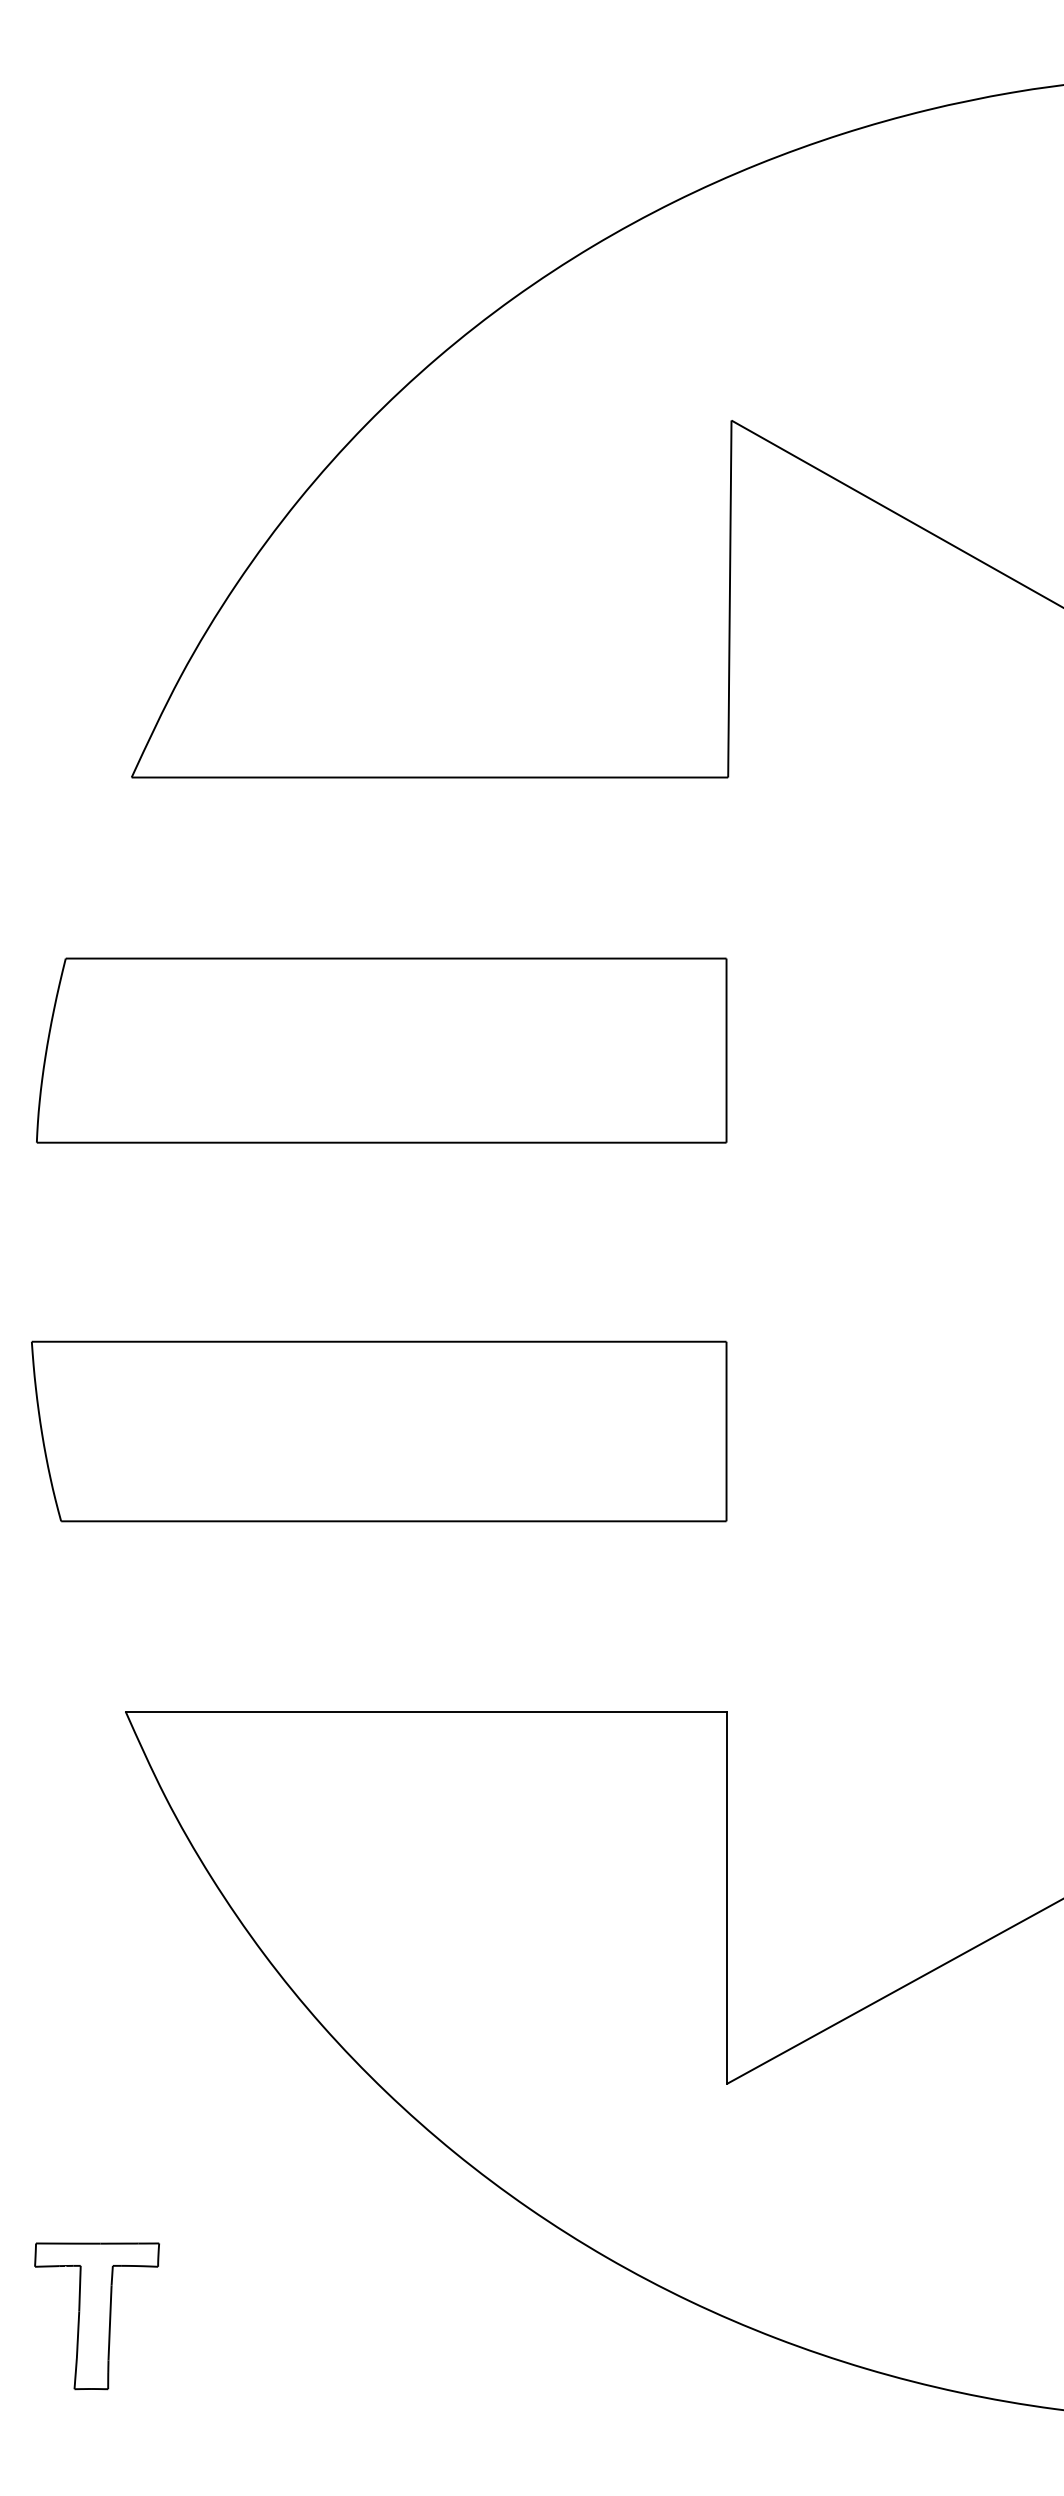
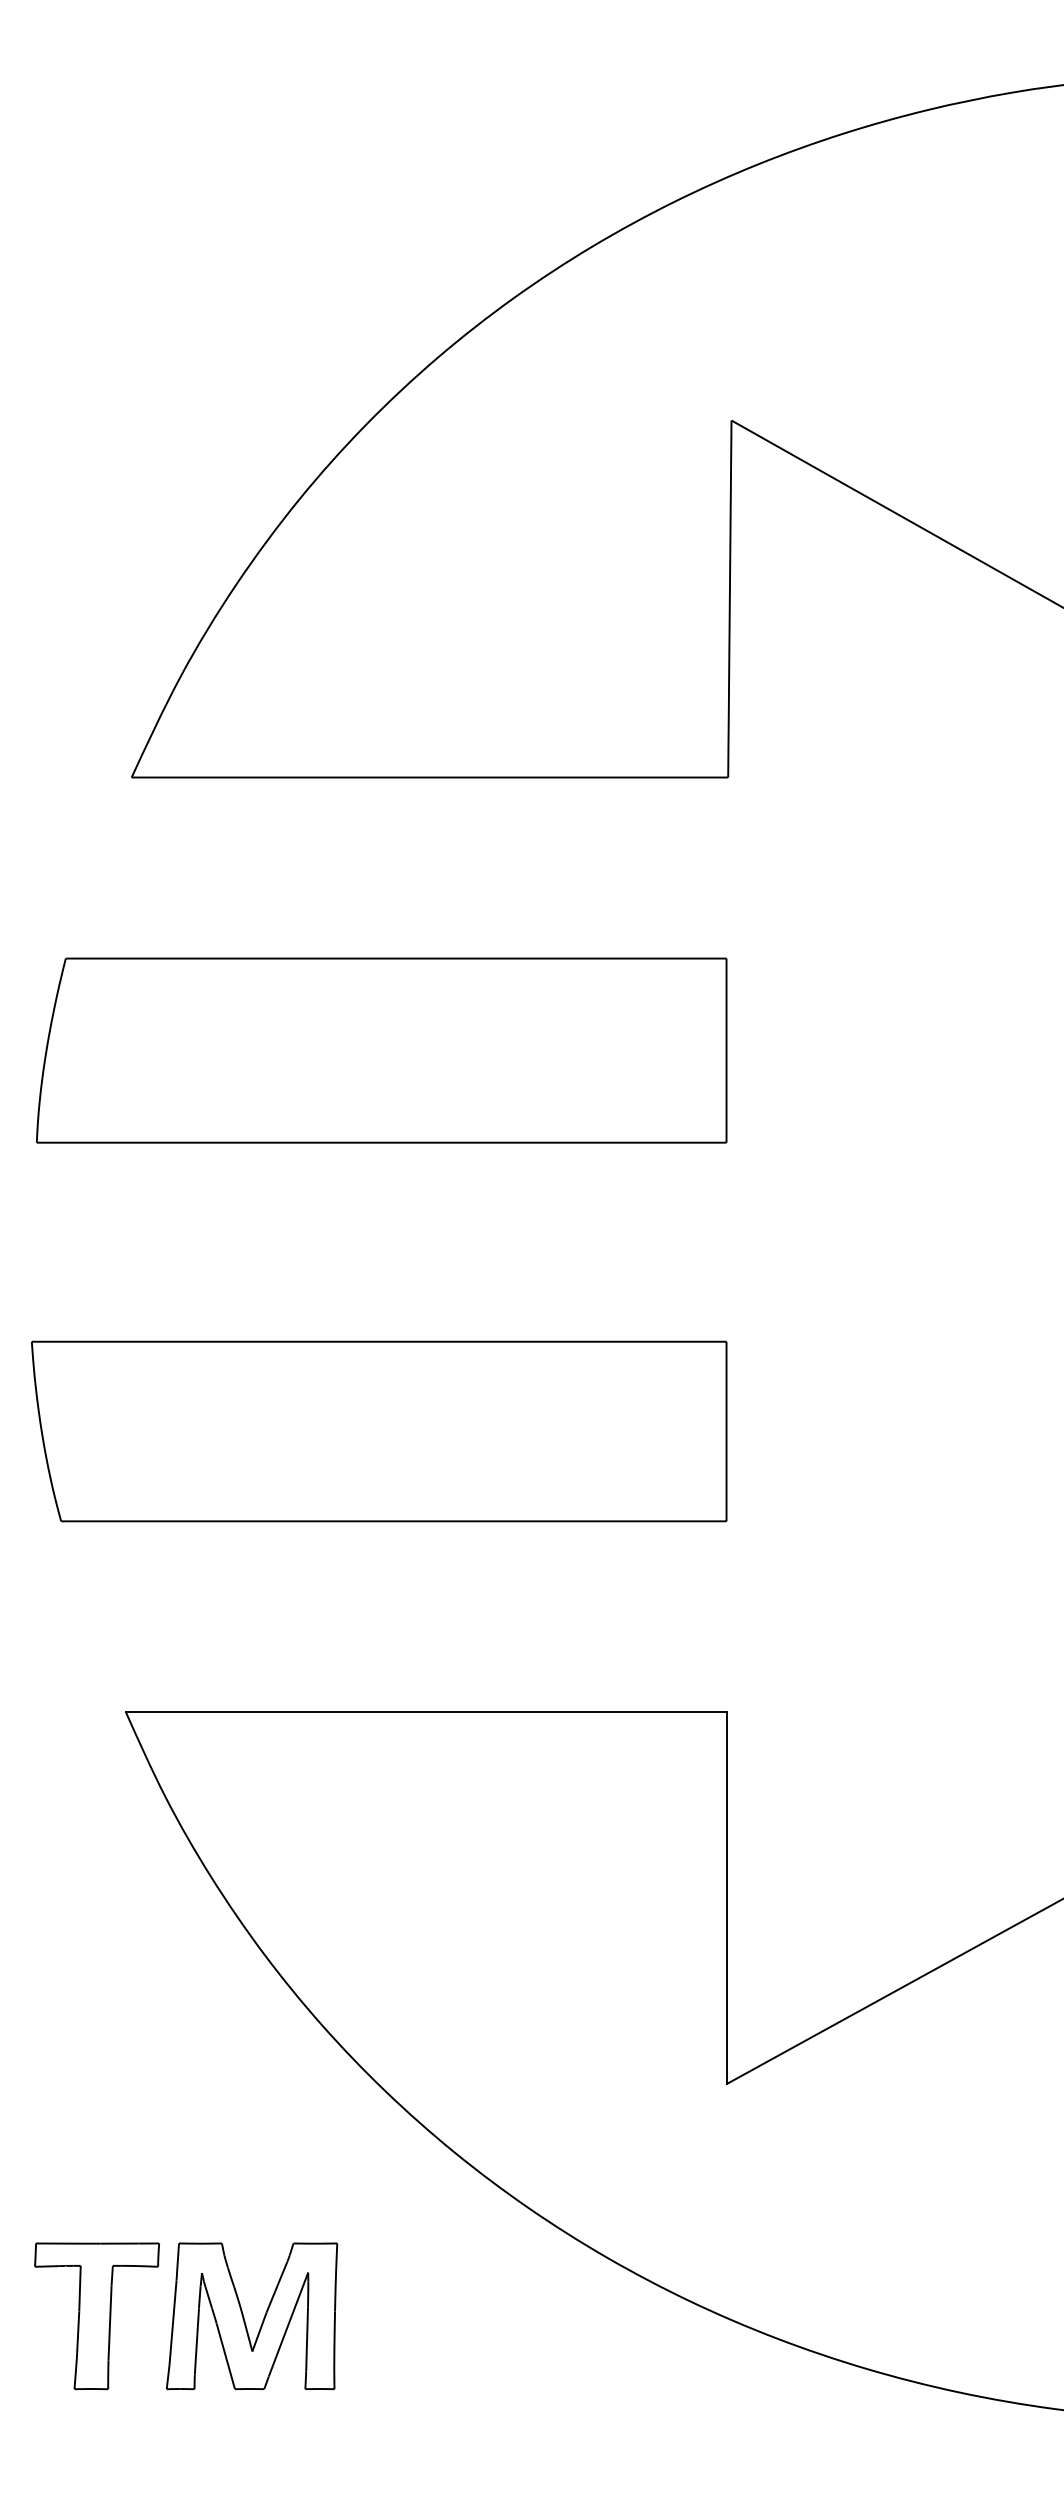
part at (244, 2317): none -> present
